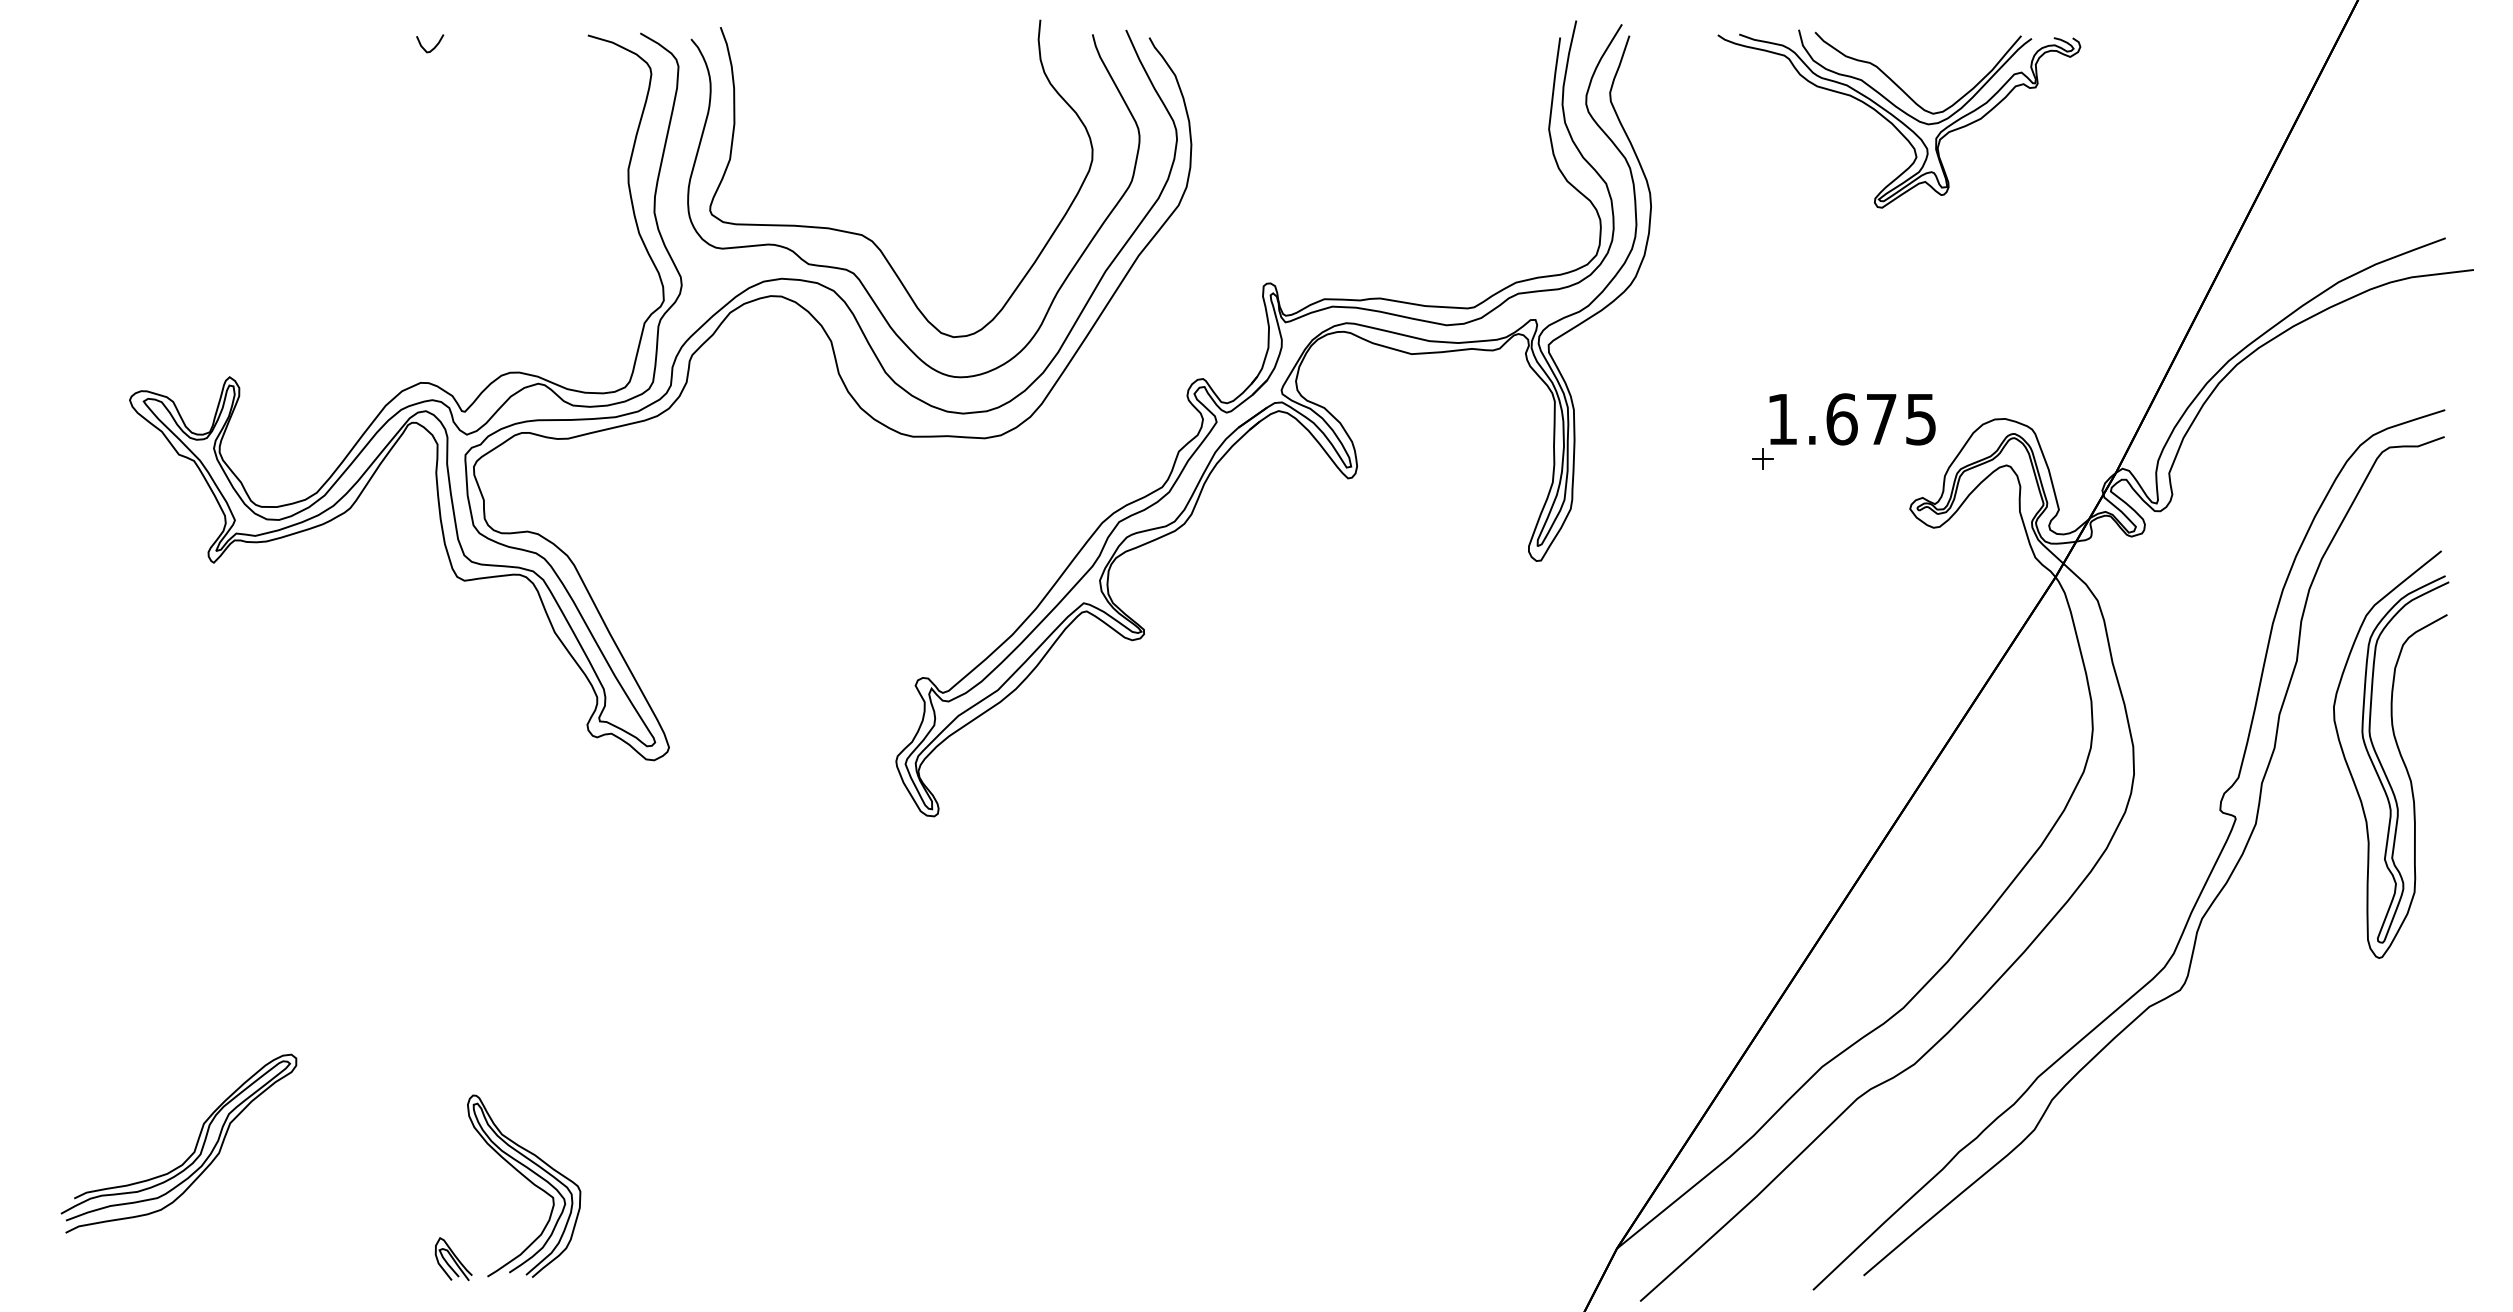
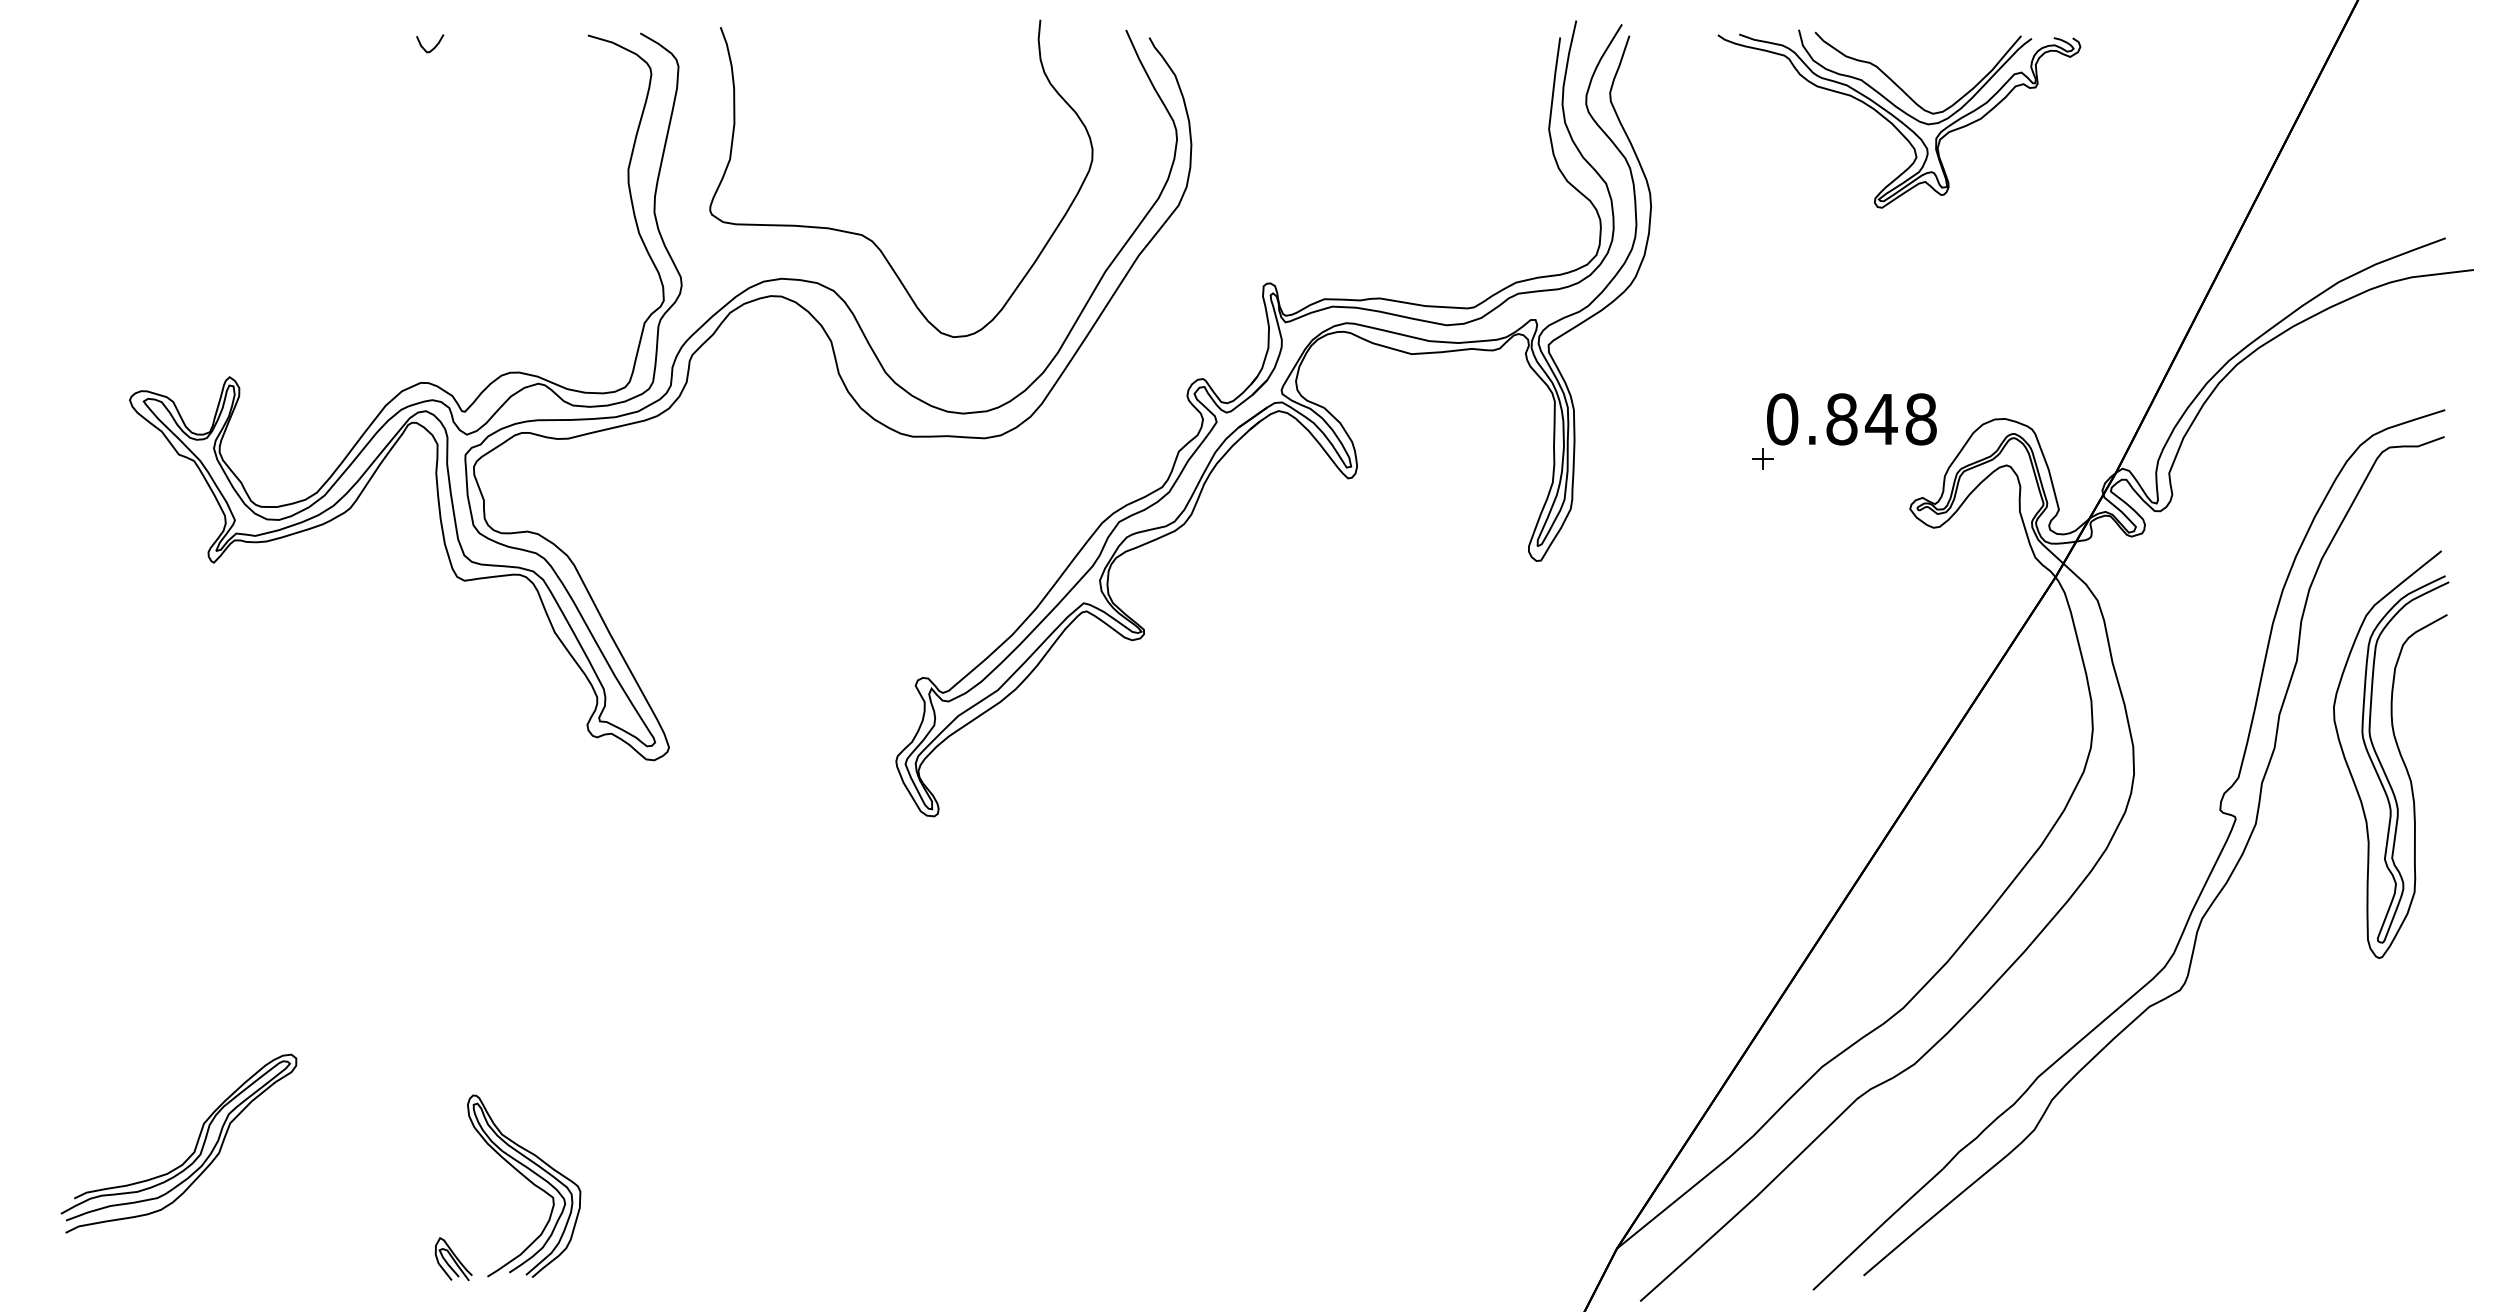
curve at (854, 272): present -> none
text at (1851, 419): 1.675 -> 0.848
